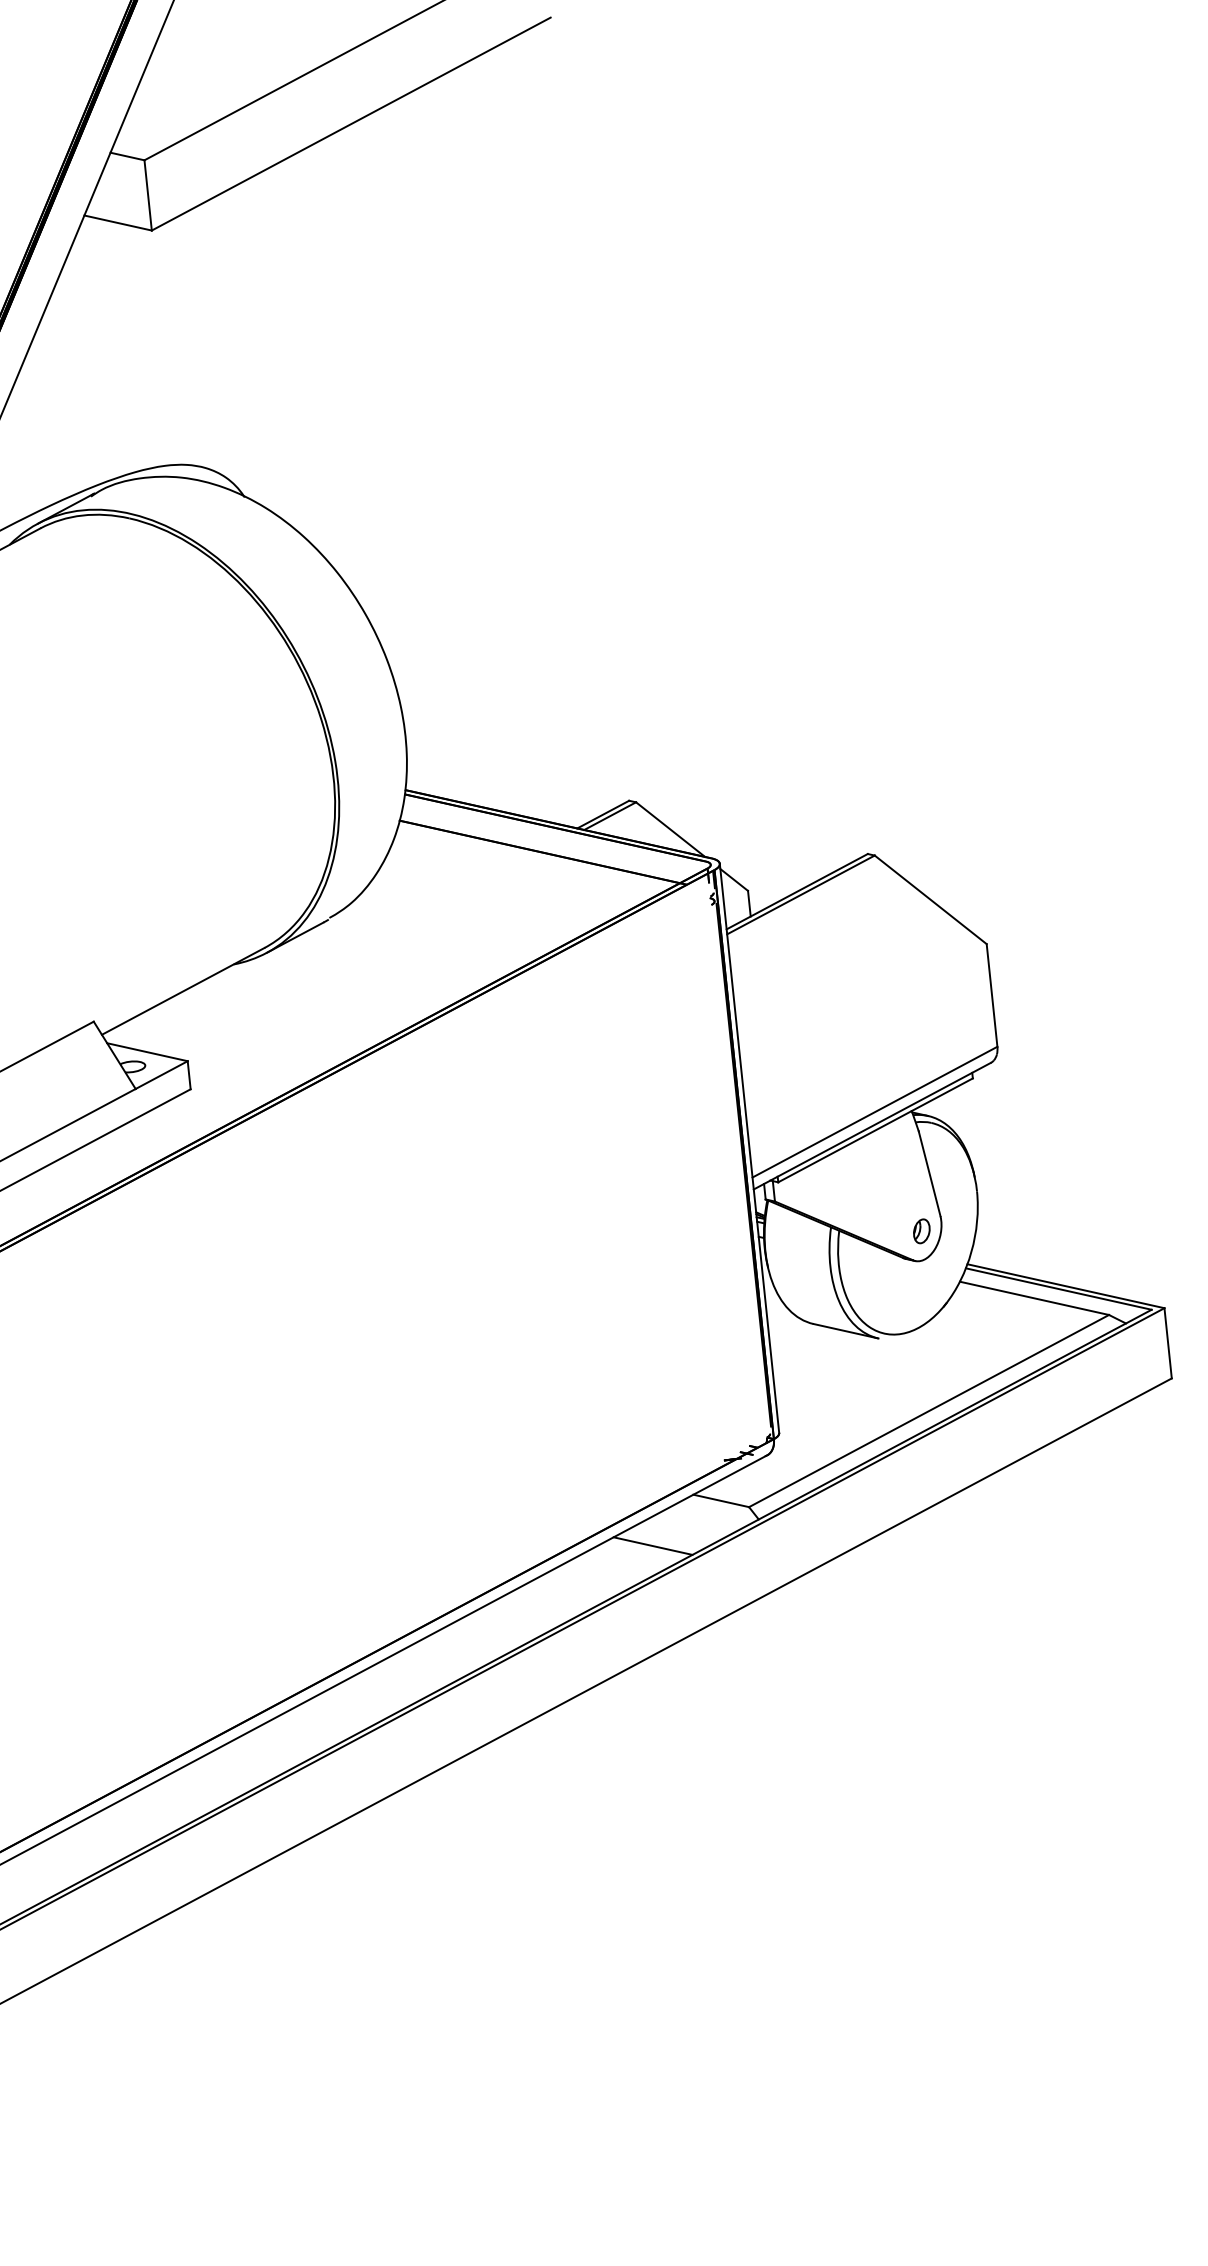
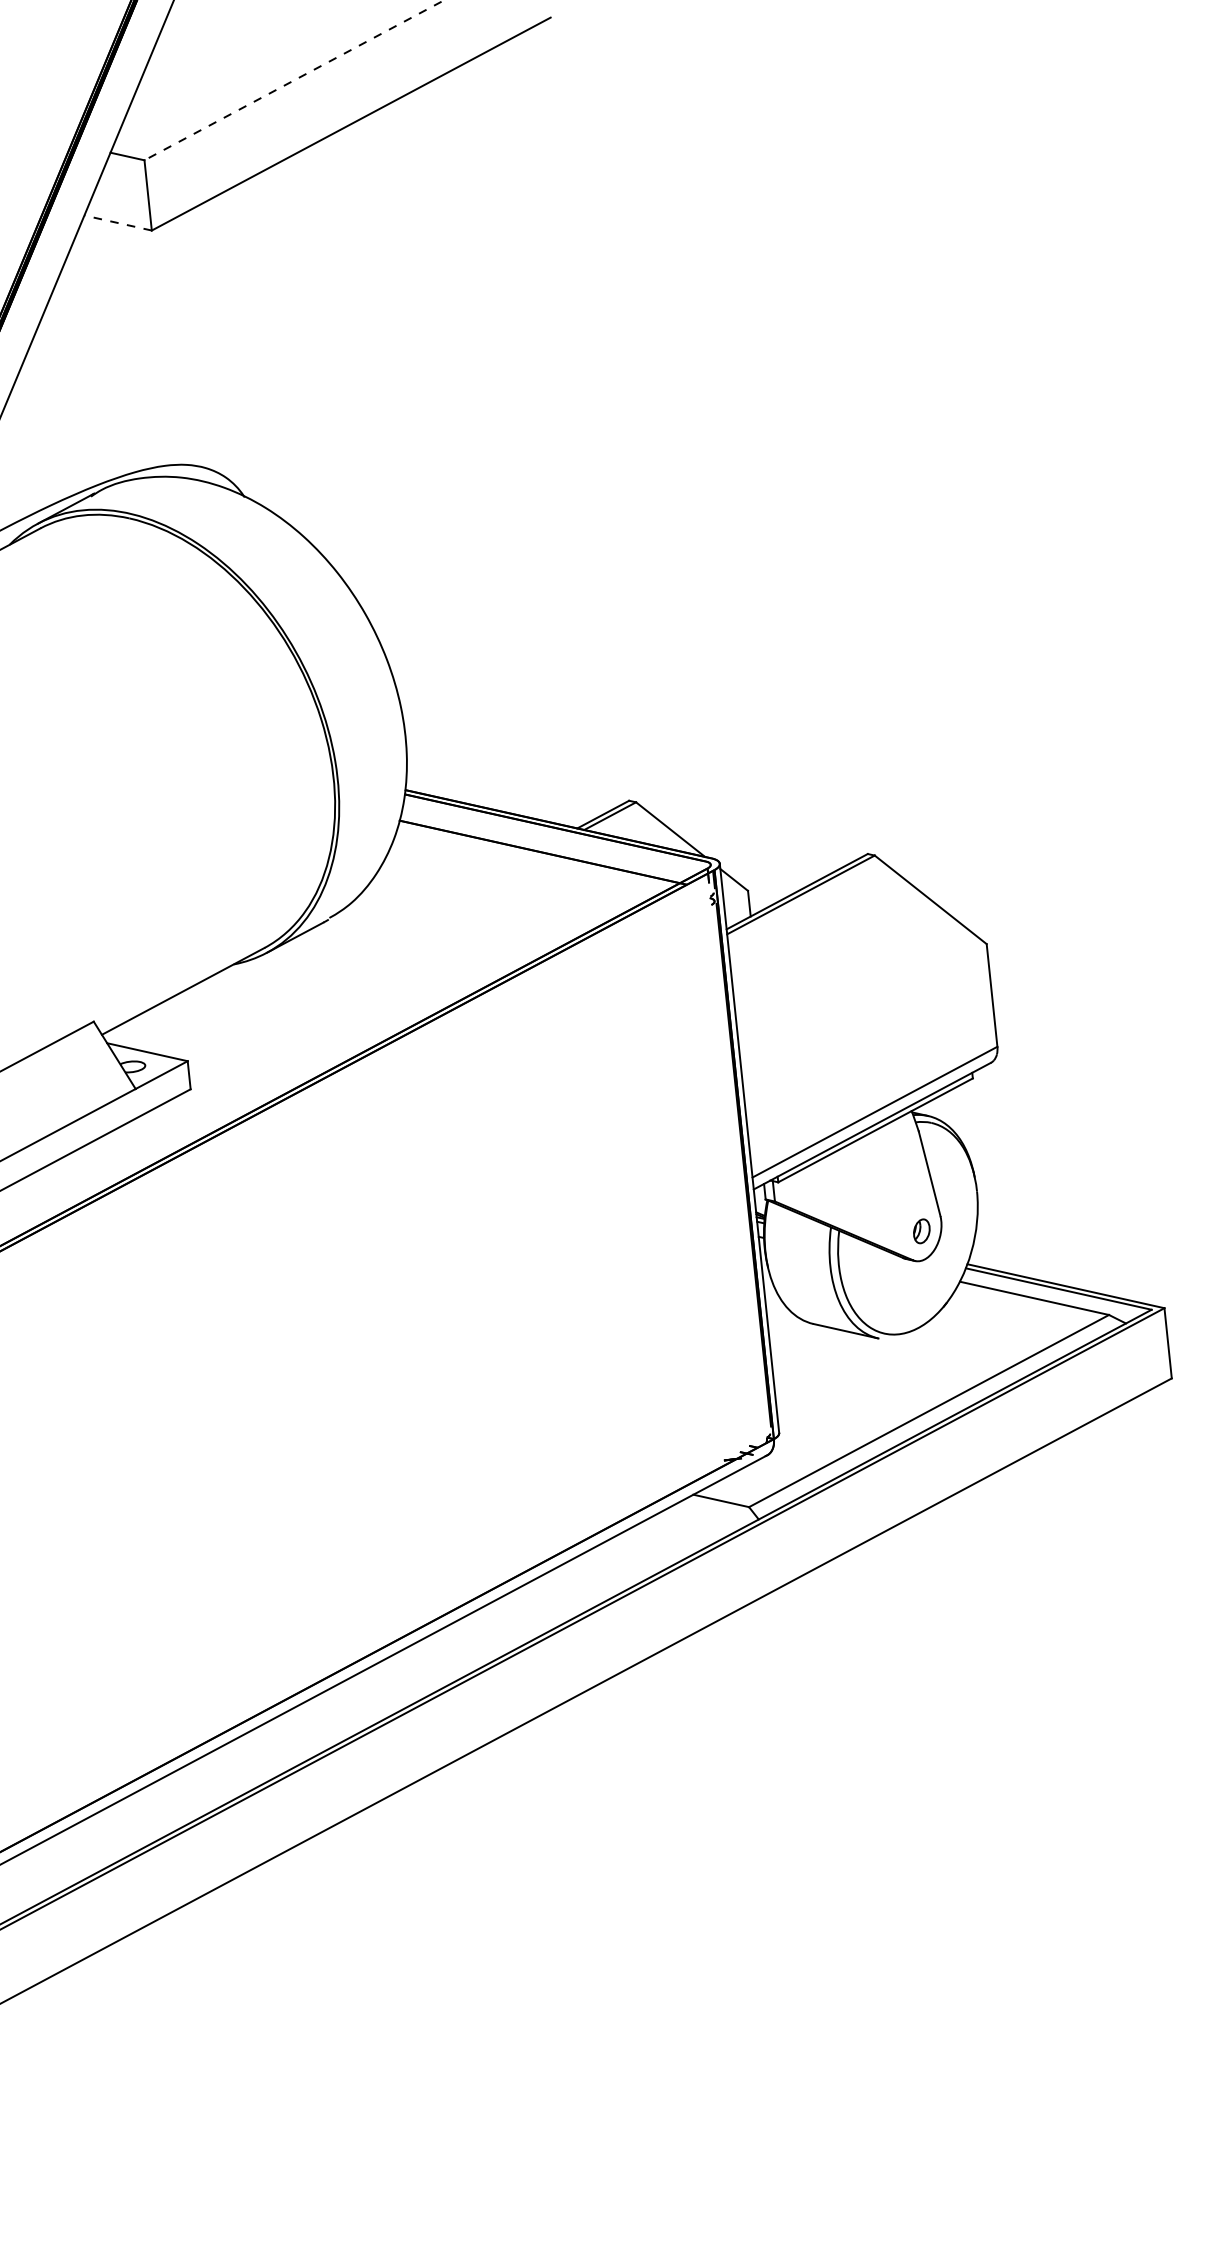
line at (294, 80): solid -> dashed
line at (118, 223): solid -> dashed
line at (652, 1545): present -> none
